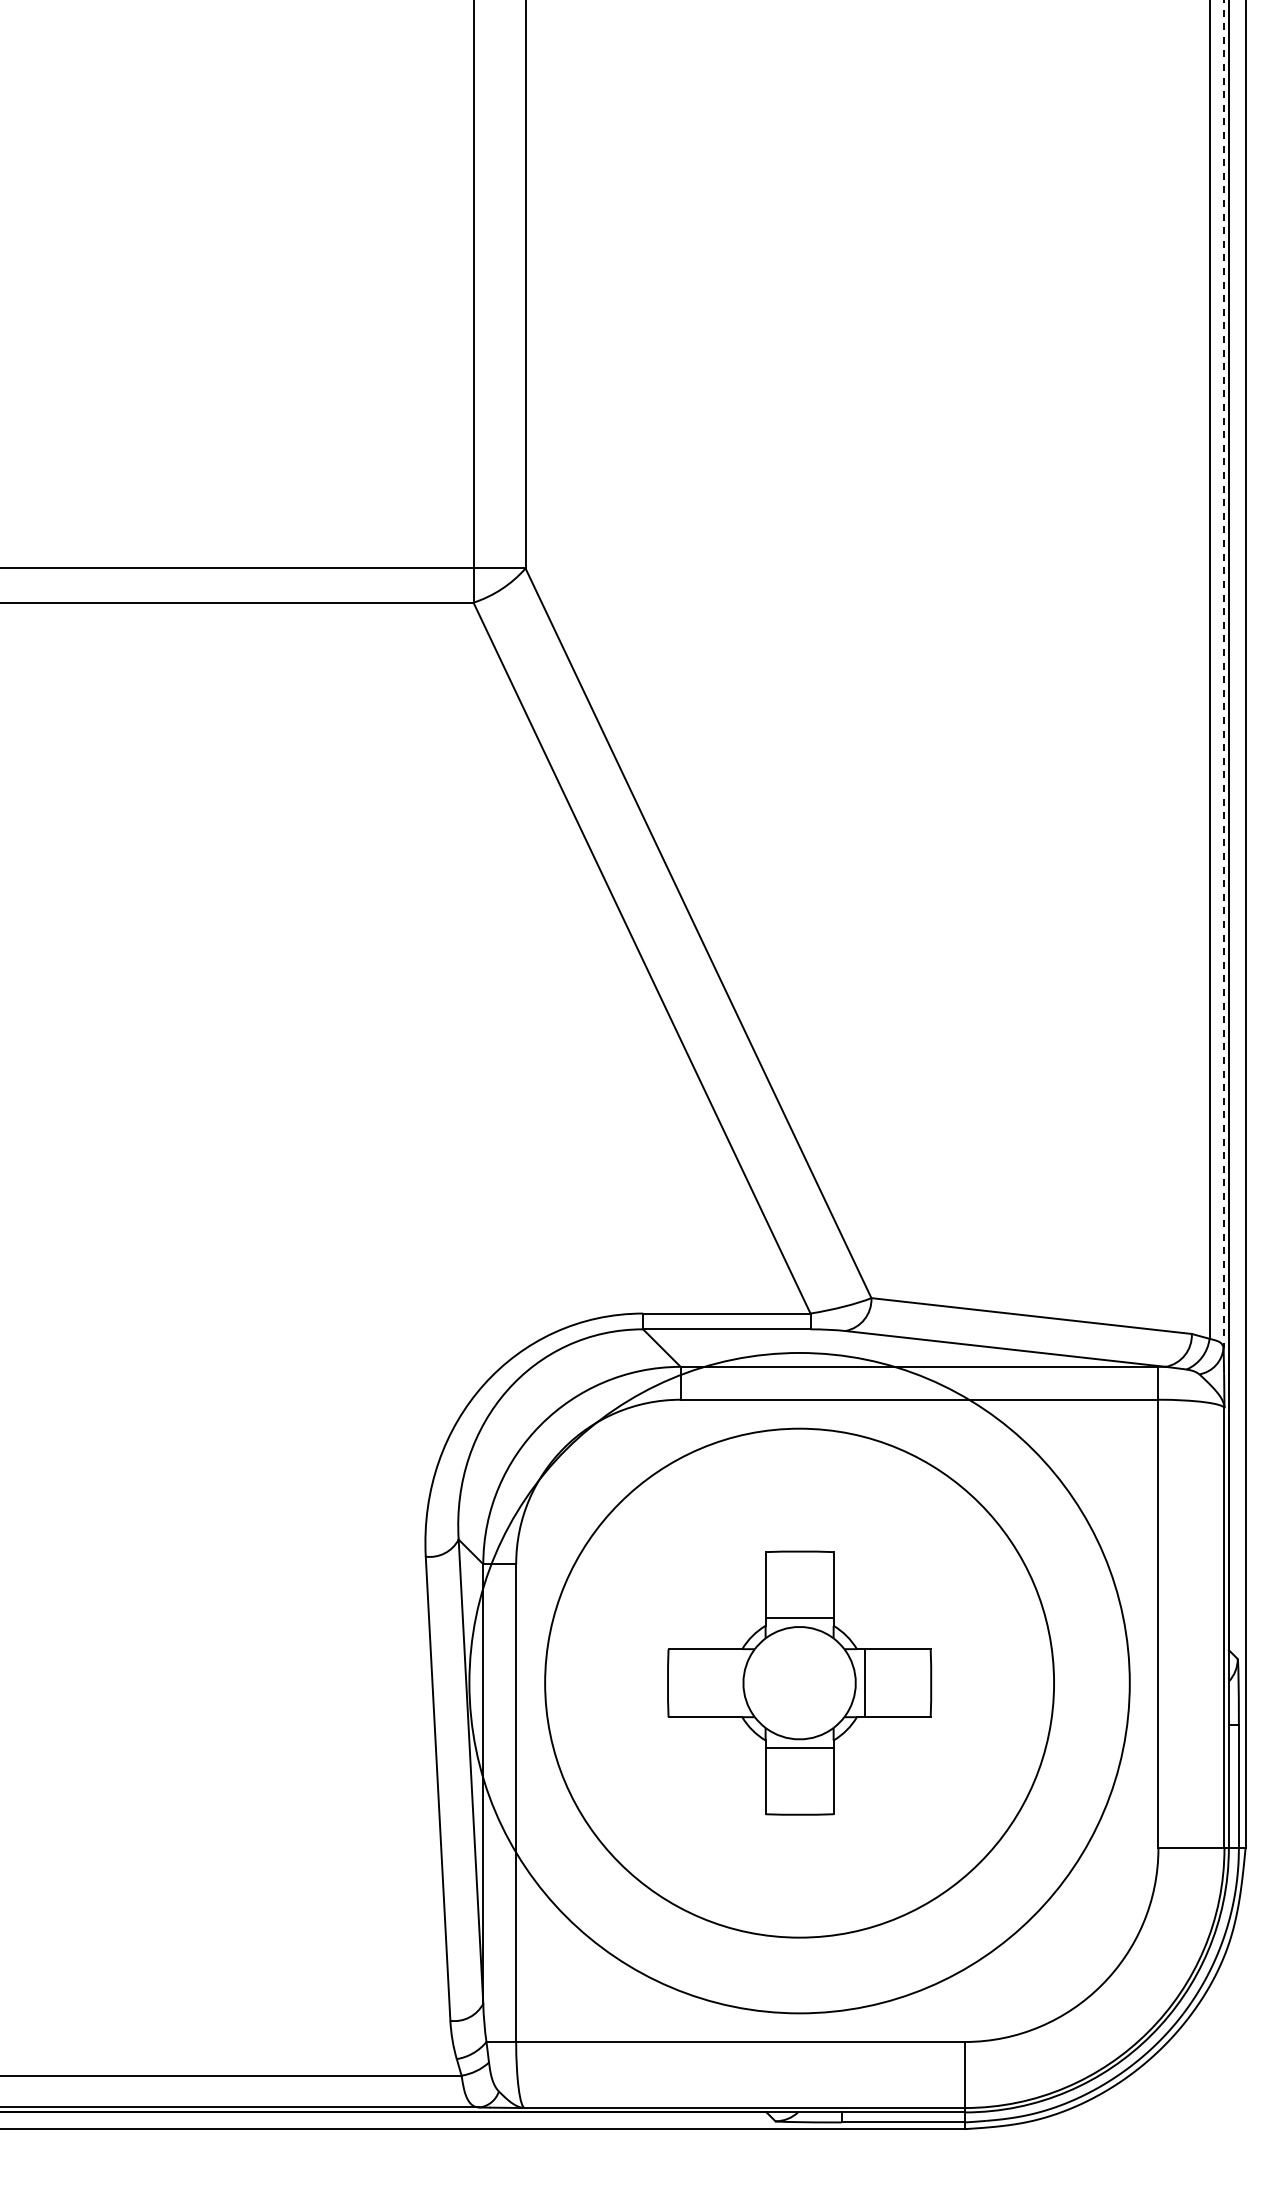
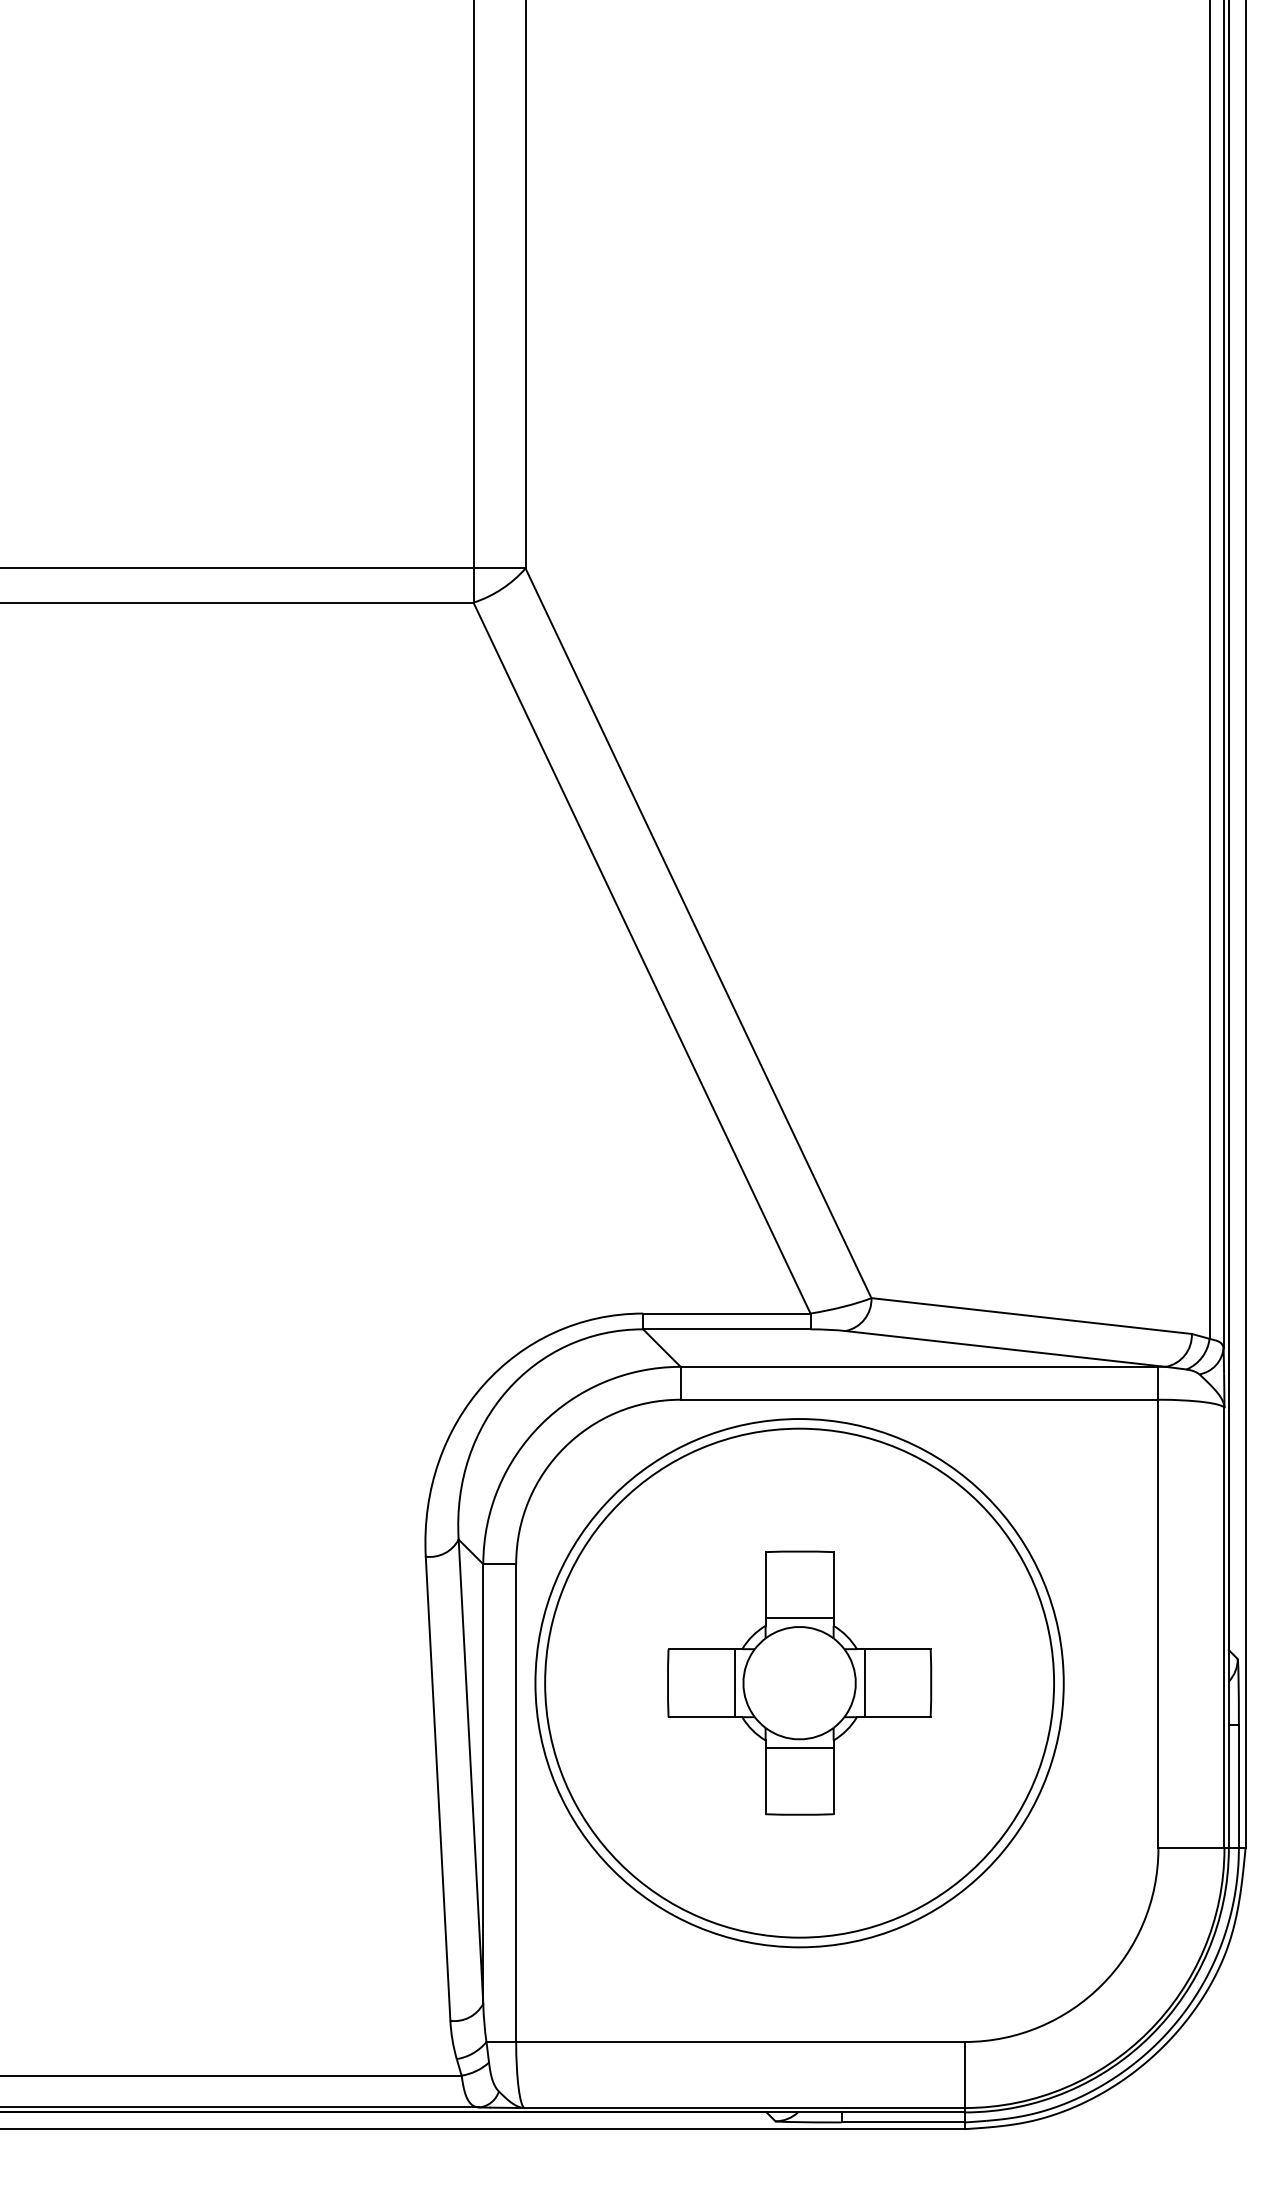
line at (1223, 674): dashed -> solid
circle at (799, 1682) diameter: 660 px -> 528 px
line at (734, 1683): none -> present
